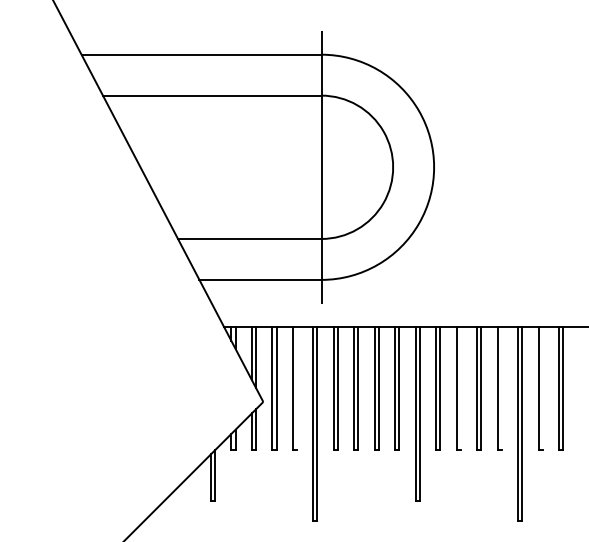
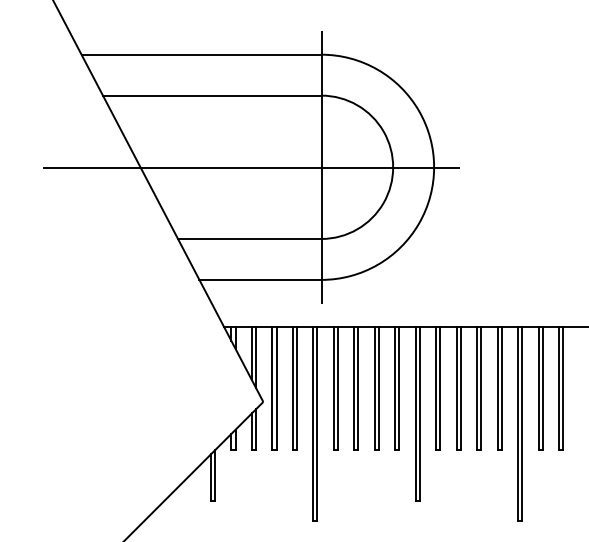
line at (251, 167): none -> present
line at (296, 388): none -> present
line at (460, 388): none -> present
line at (501, 388): none -> present
line at (542, 388): none -> present
